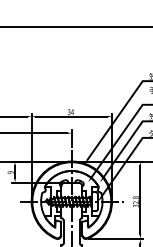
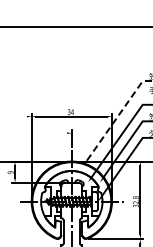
line at (14, 116): present -> none
line at (118, 116): solid -> dashed
line at (34, 133): present -> none
